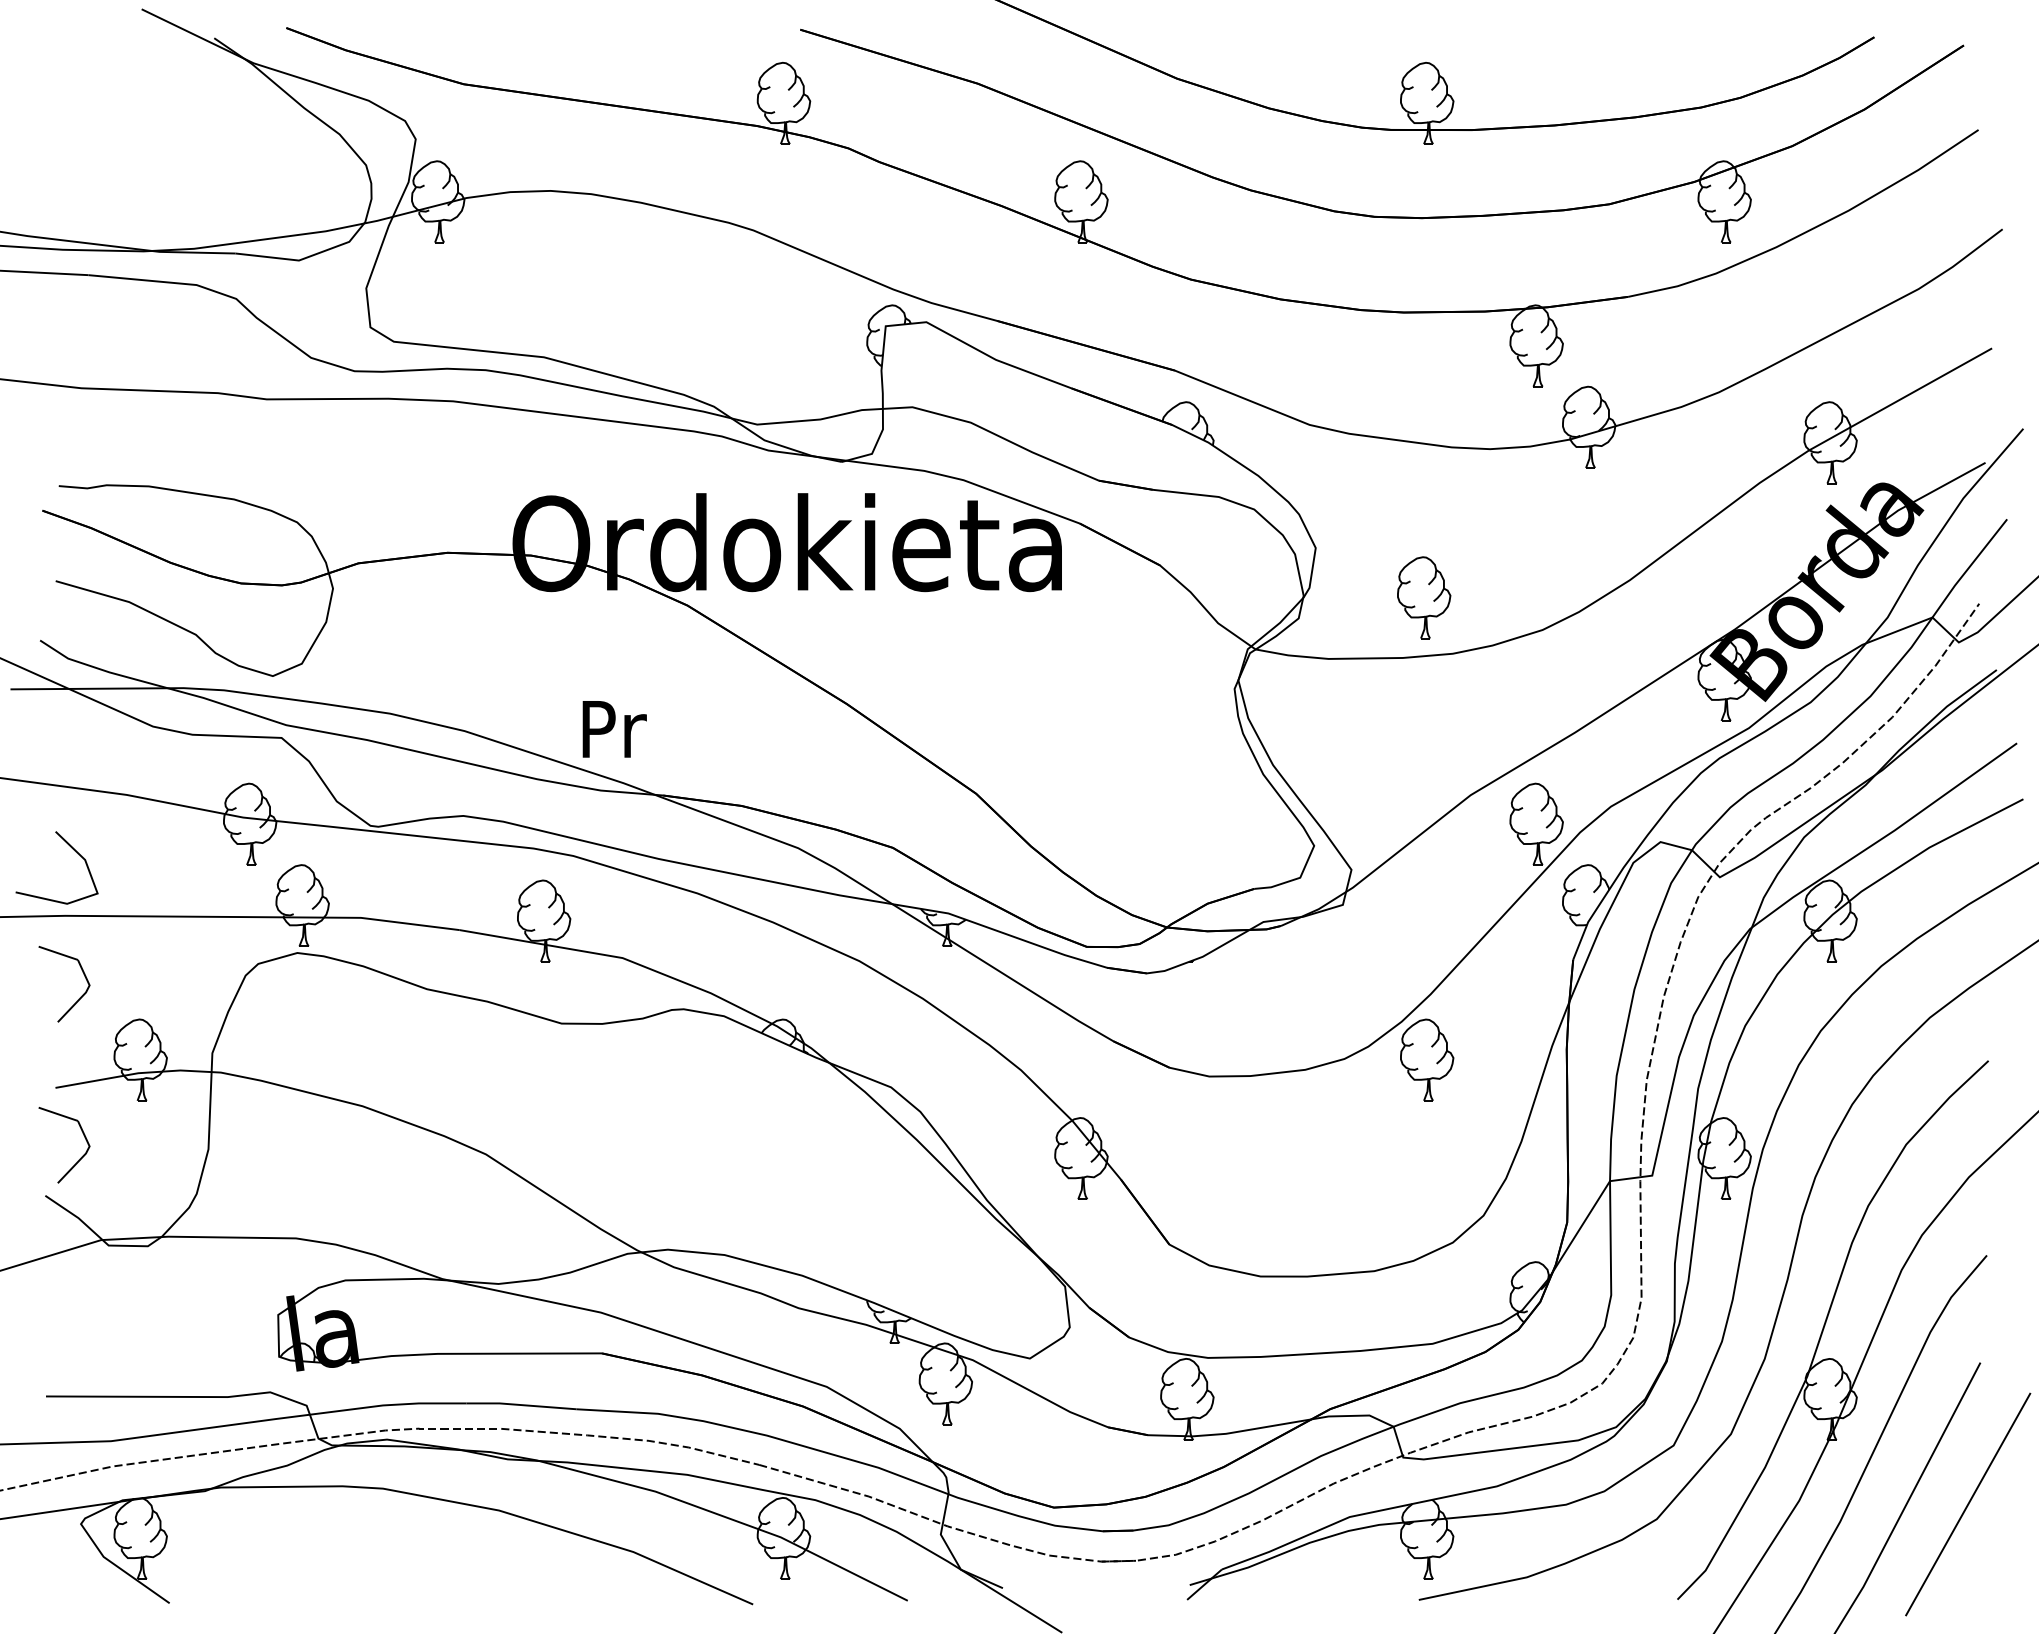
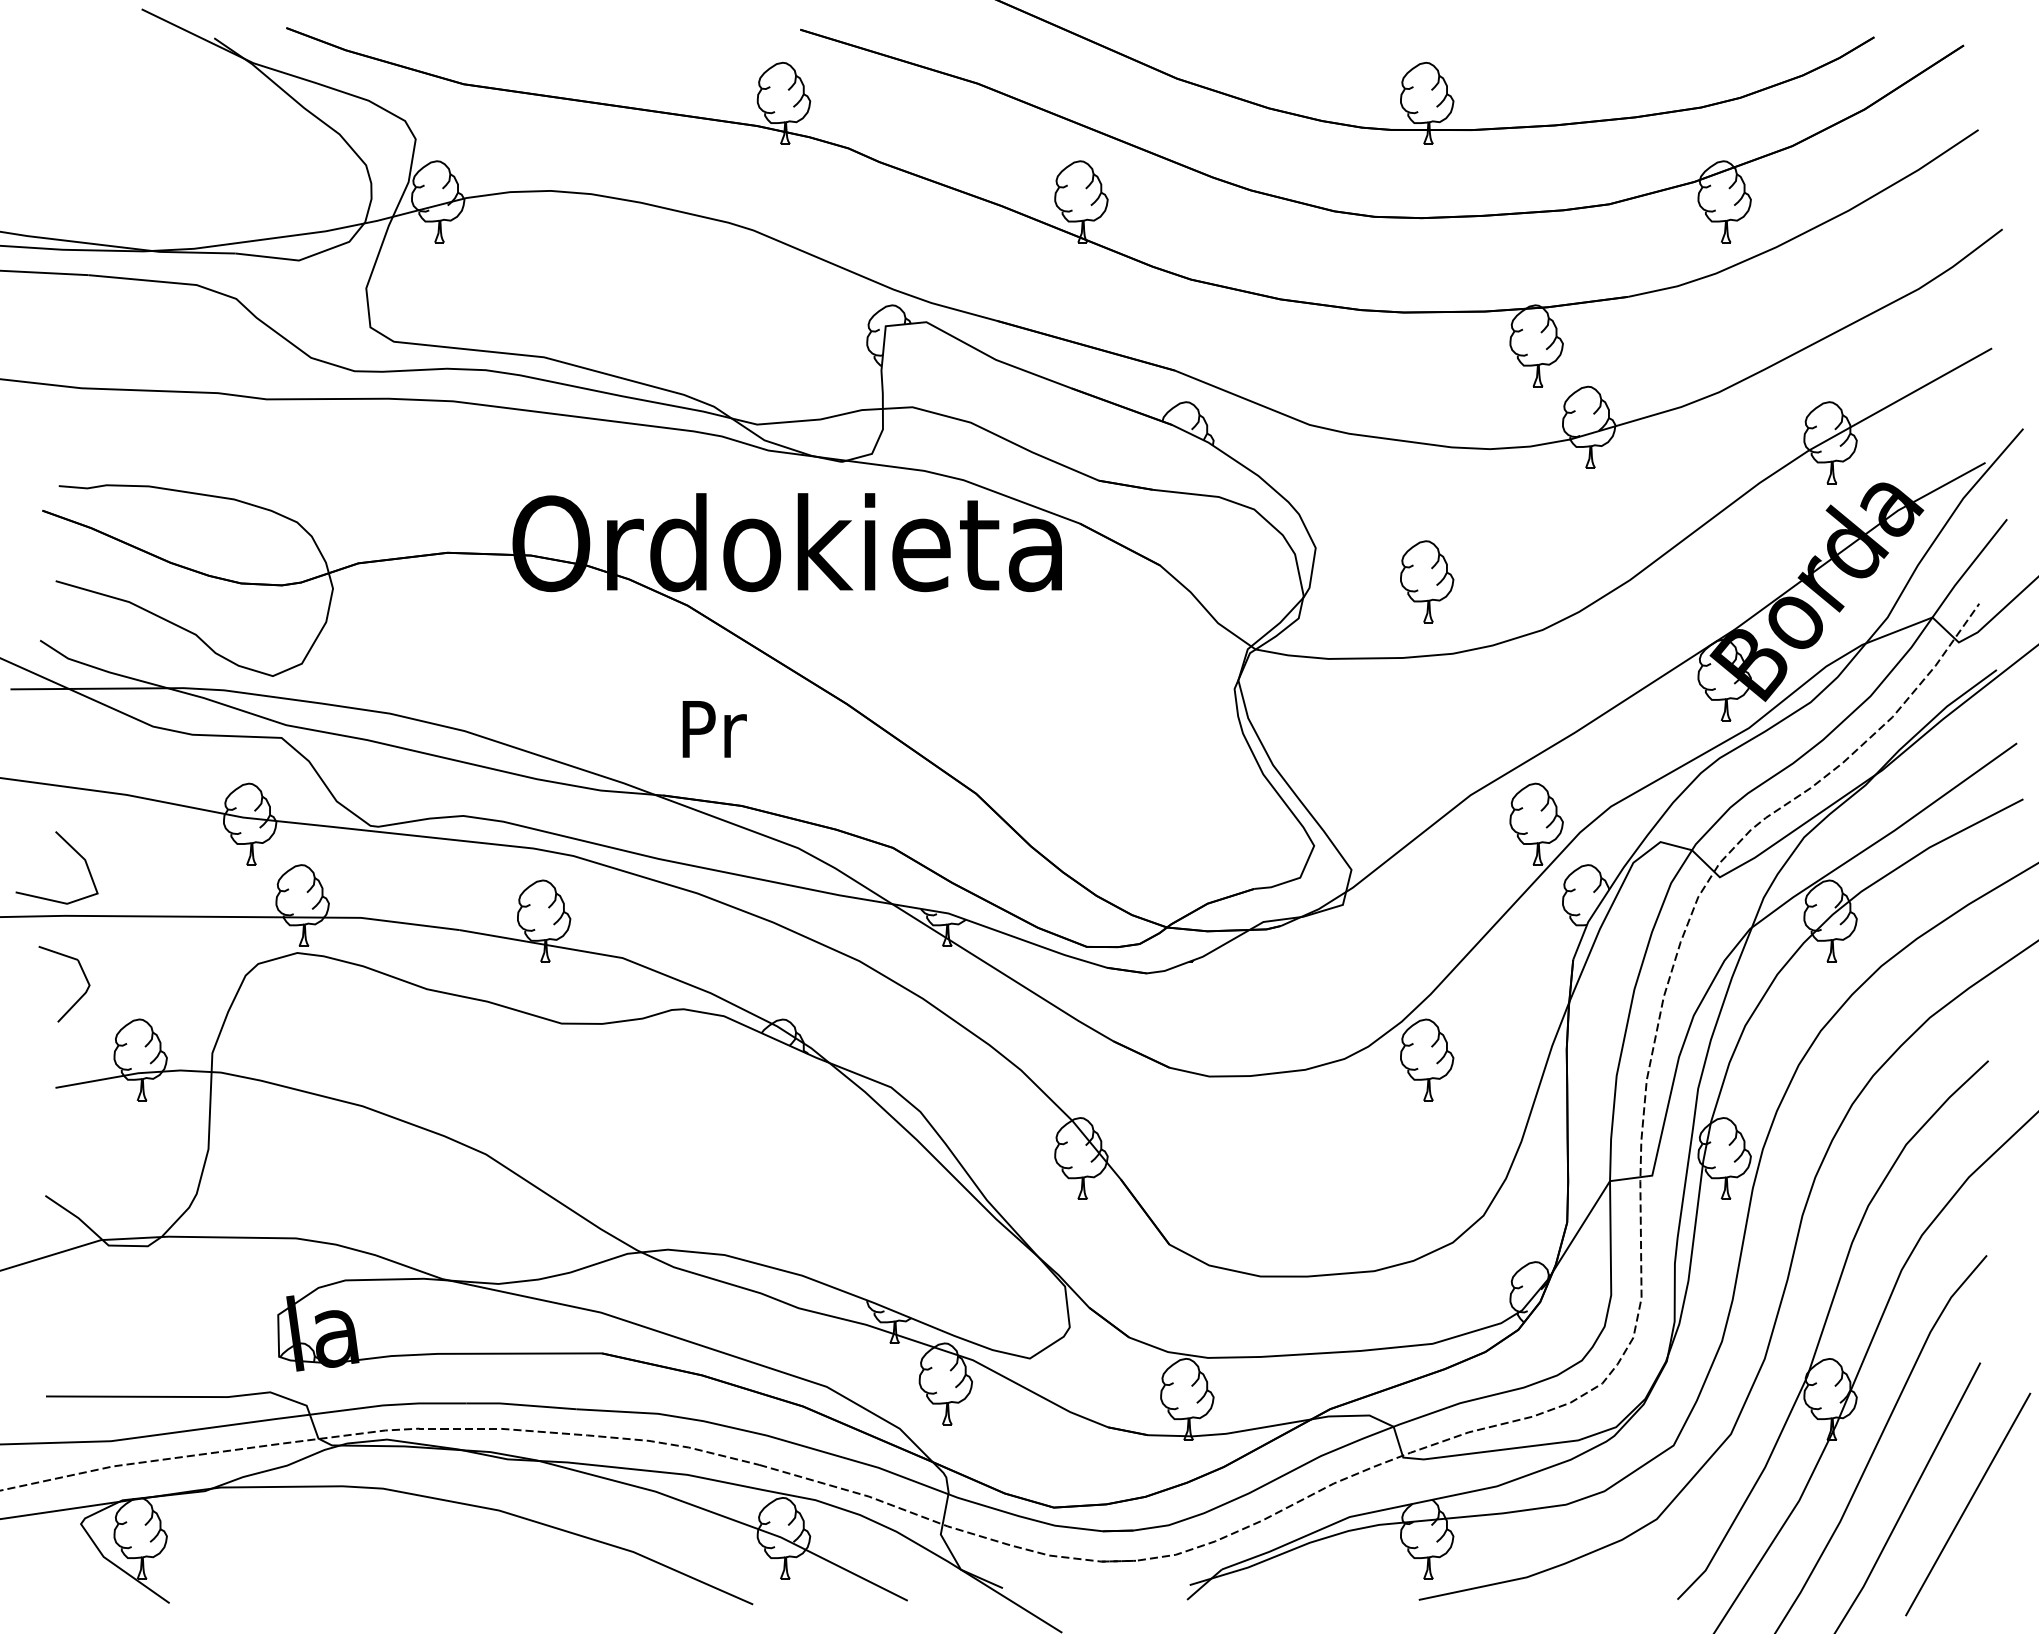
part at (1424, 597) position: (1424, 597) -> (1427, 581)
text at (614, 729) position: (614, 729) -> (714, 729)
part at (79, 1158): present -> none
